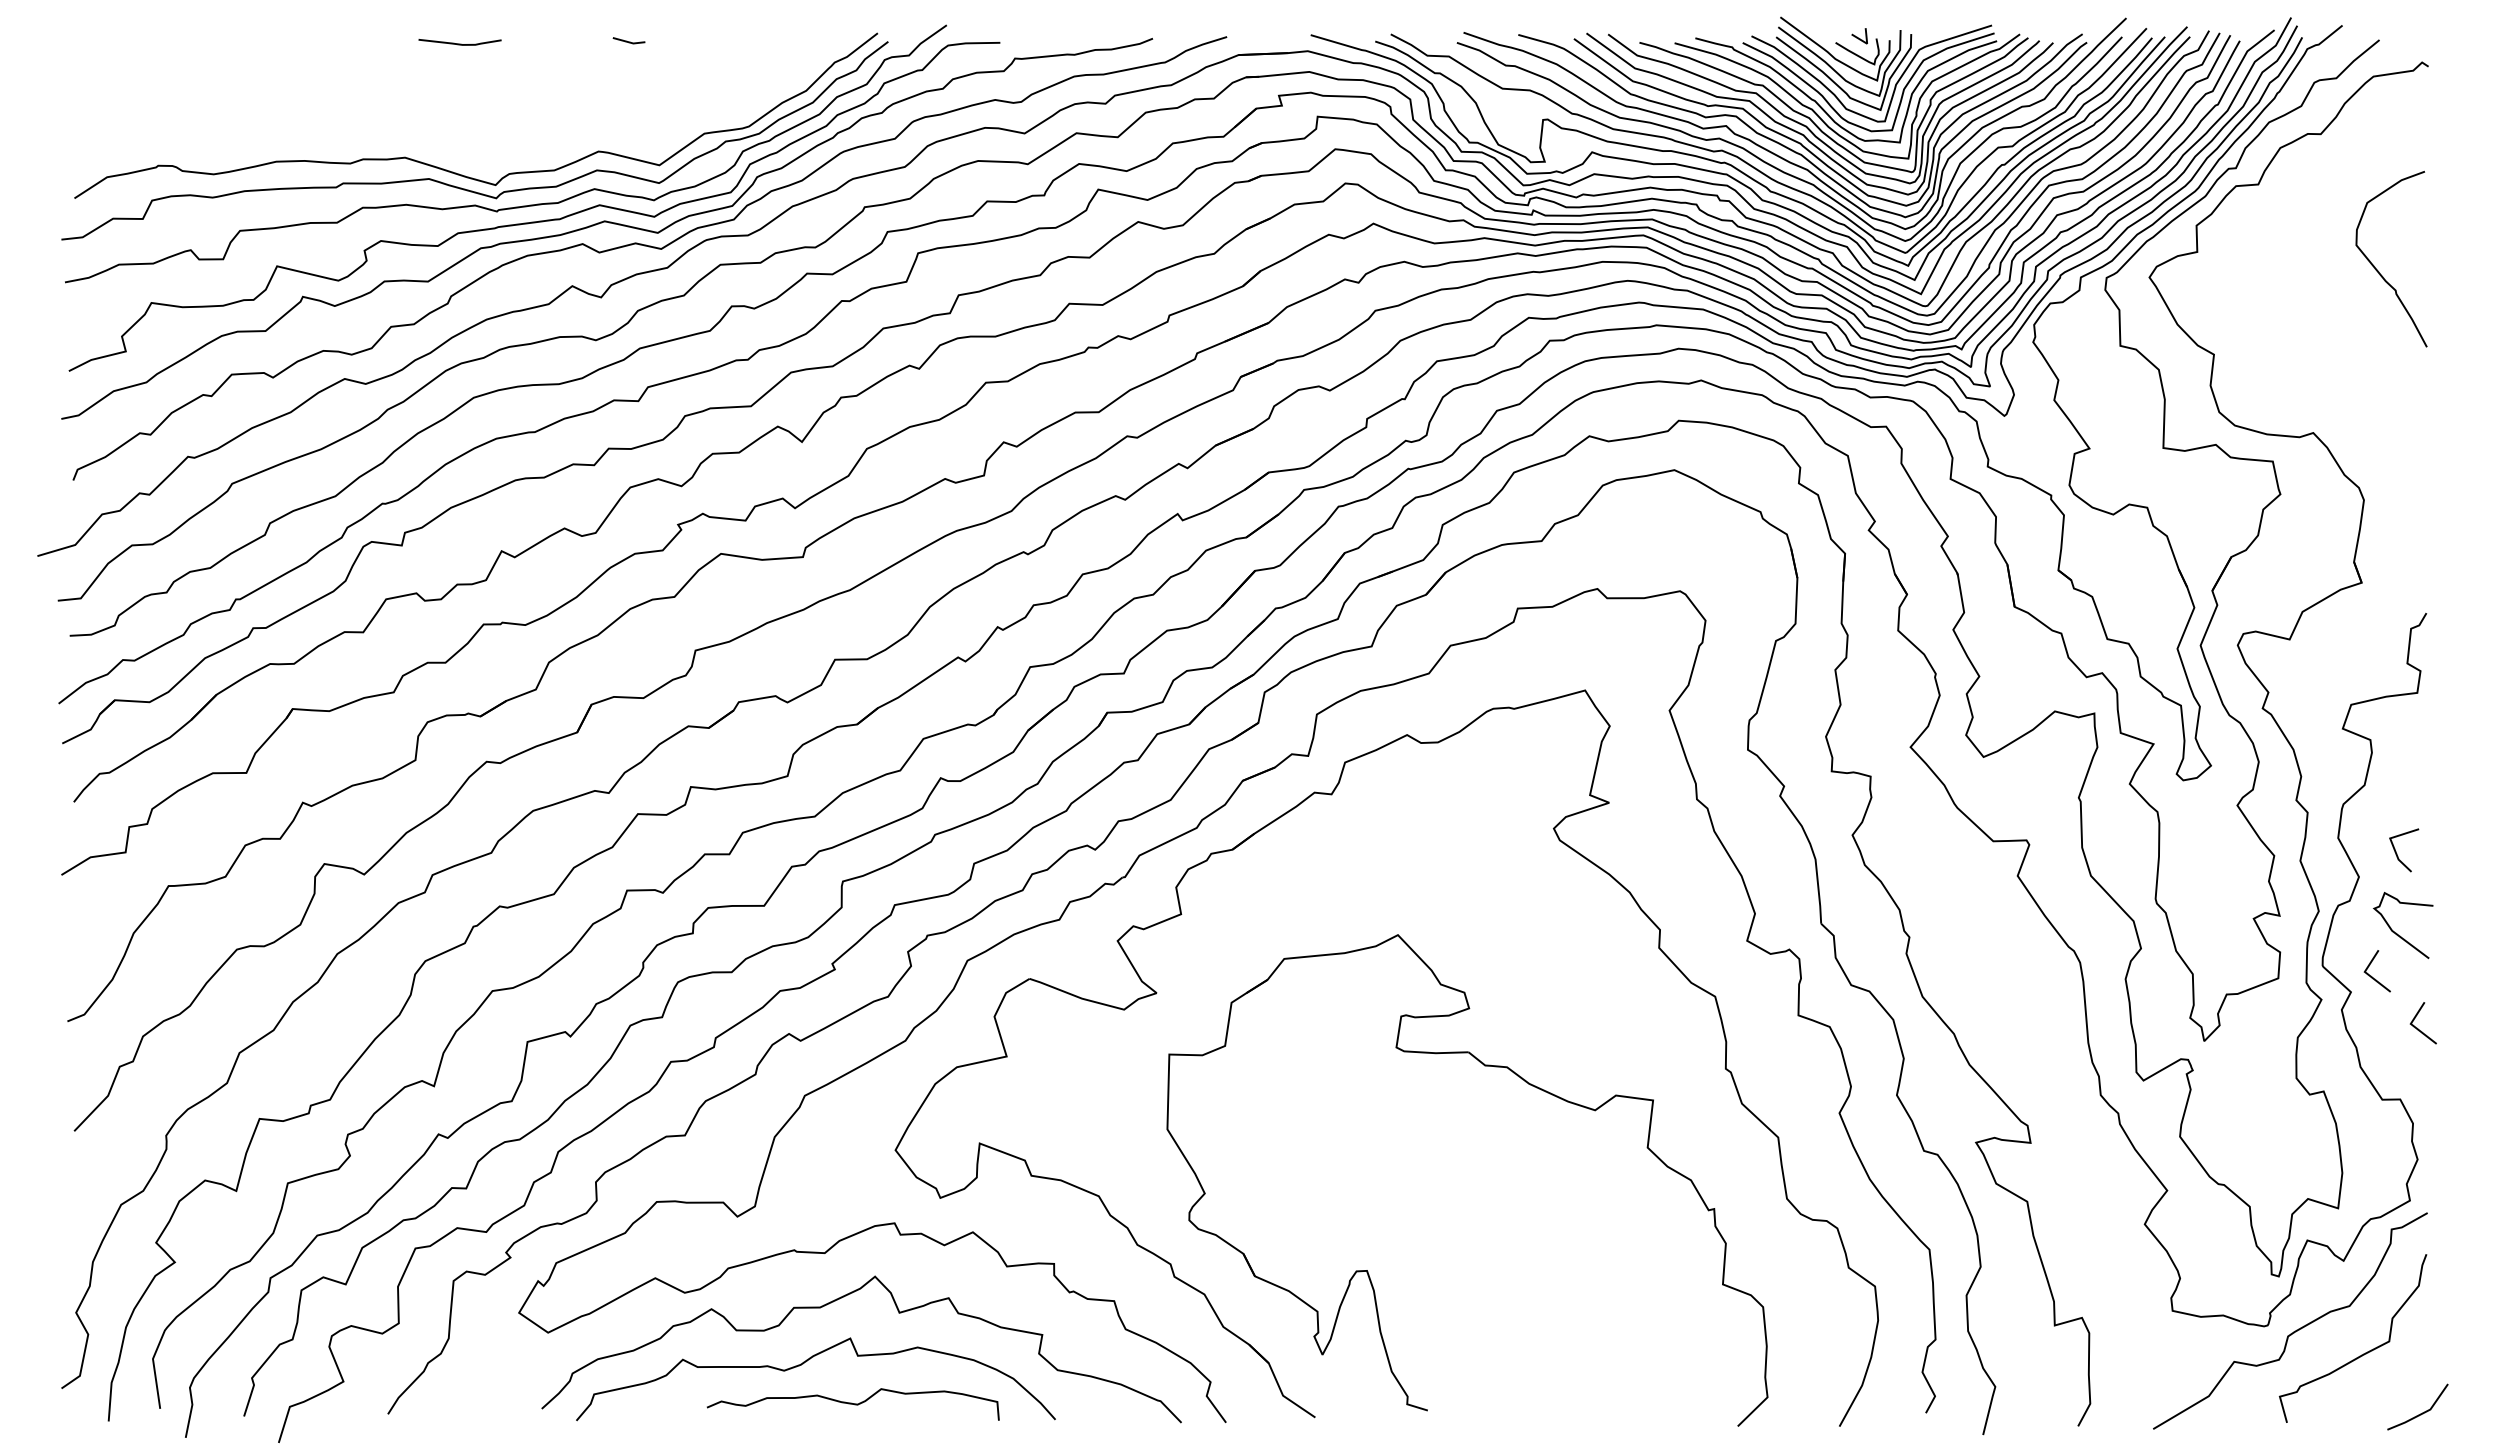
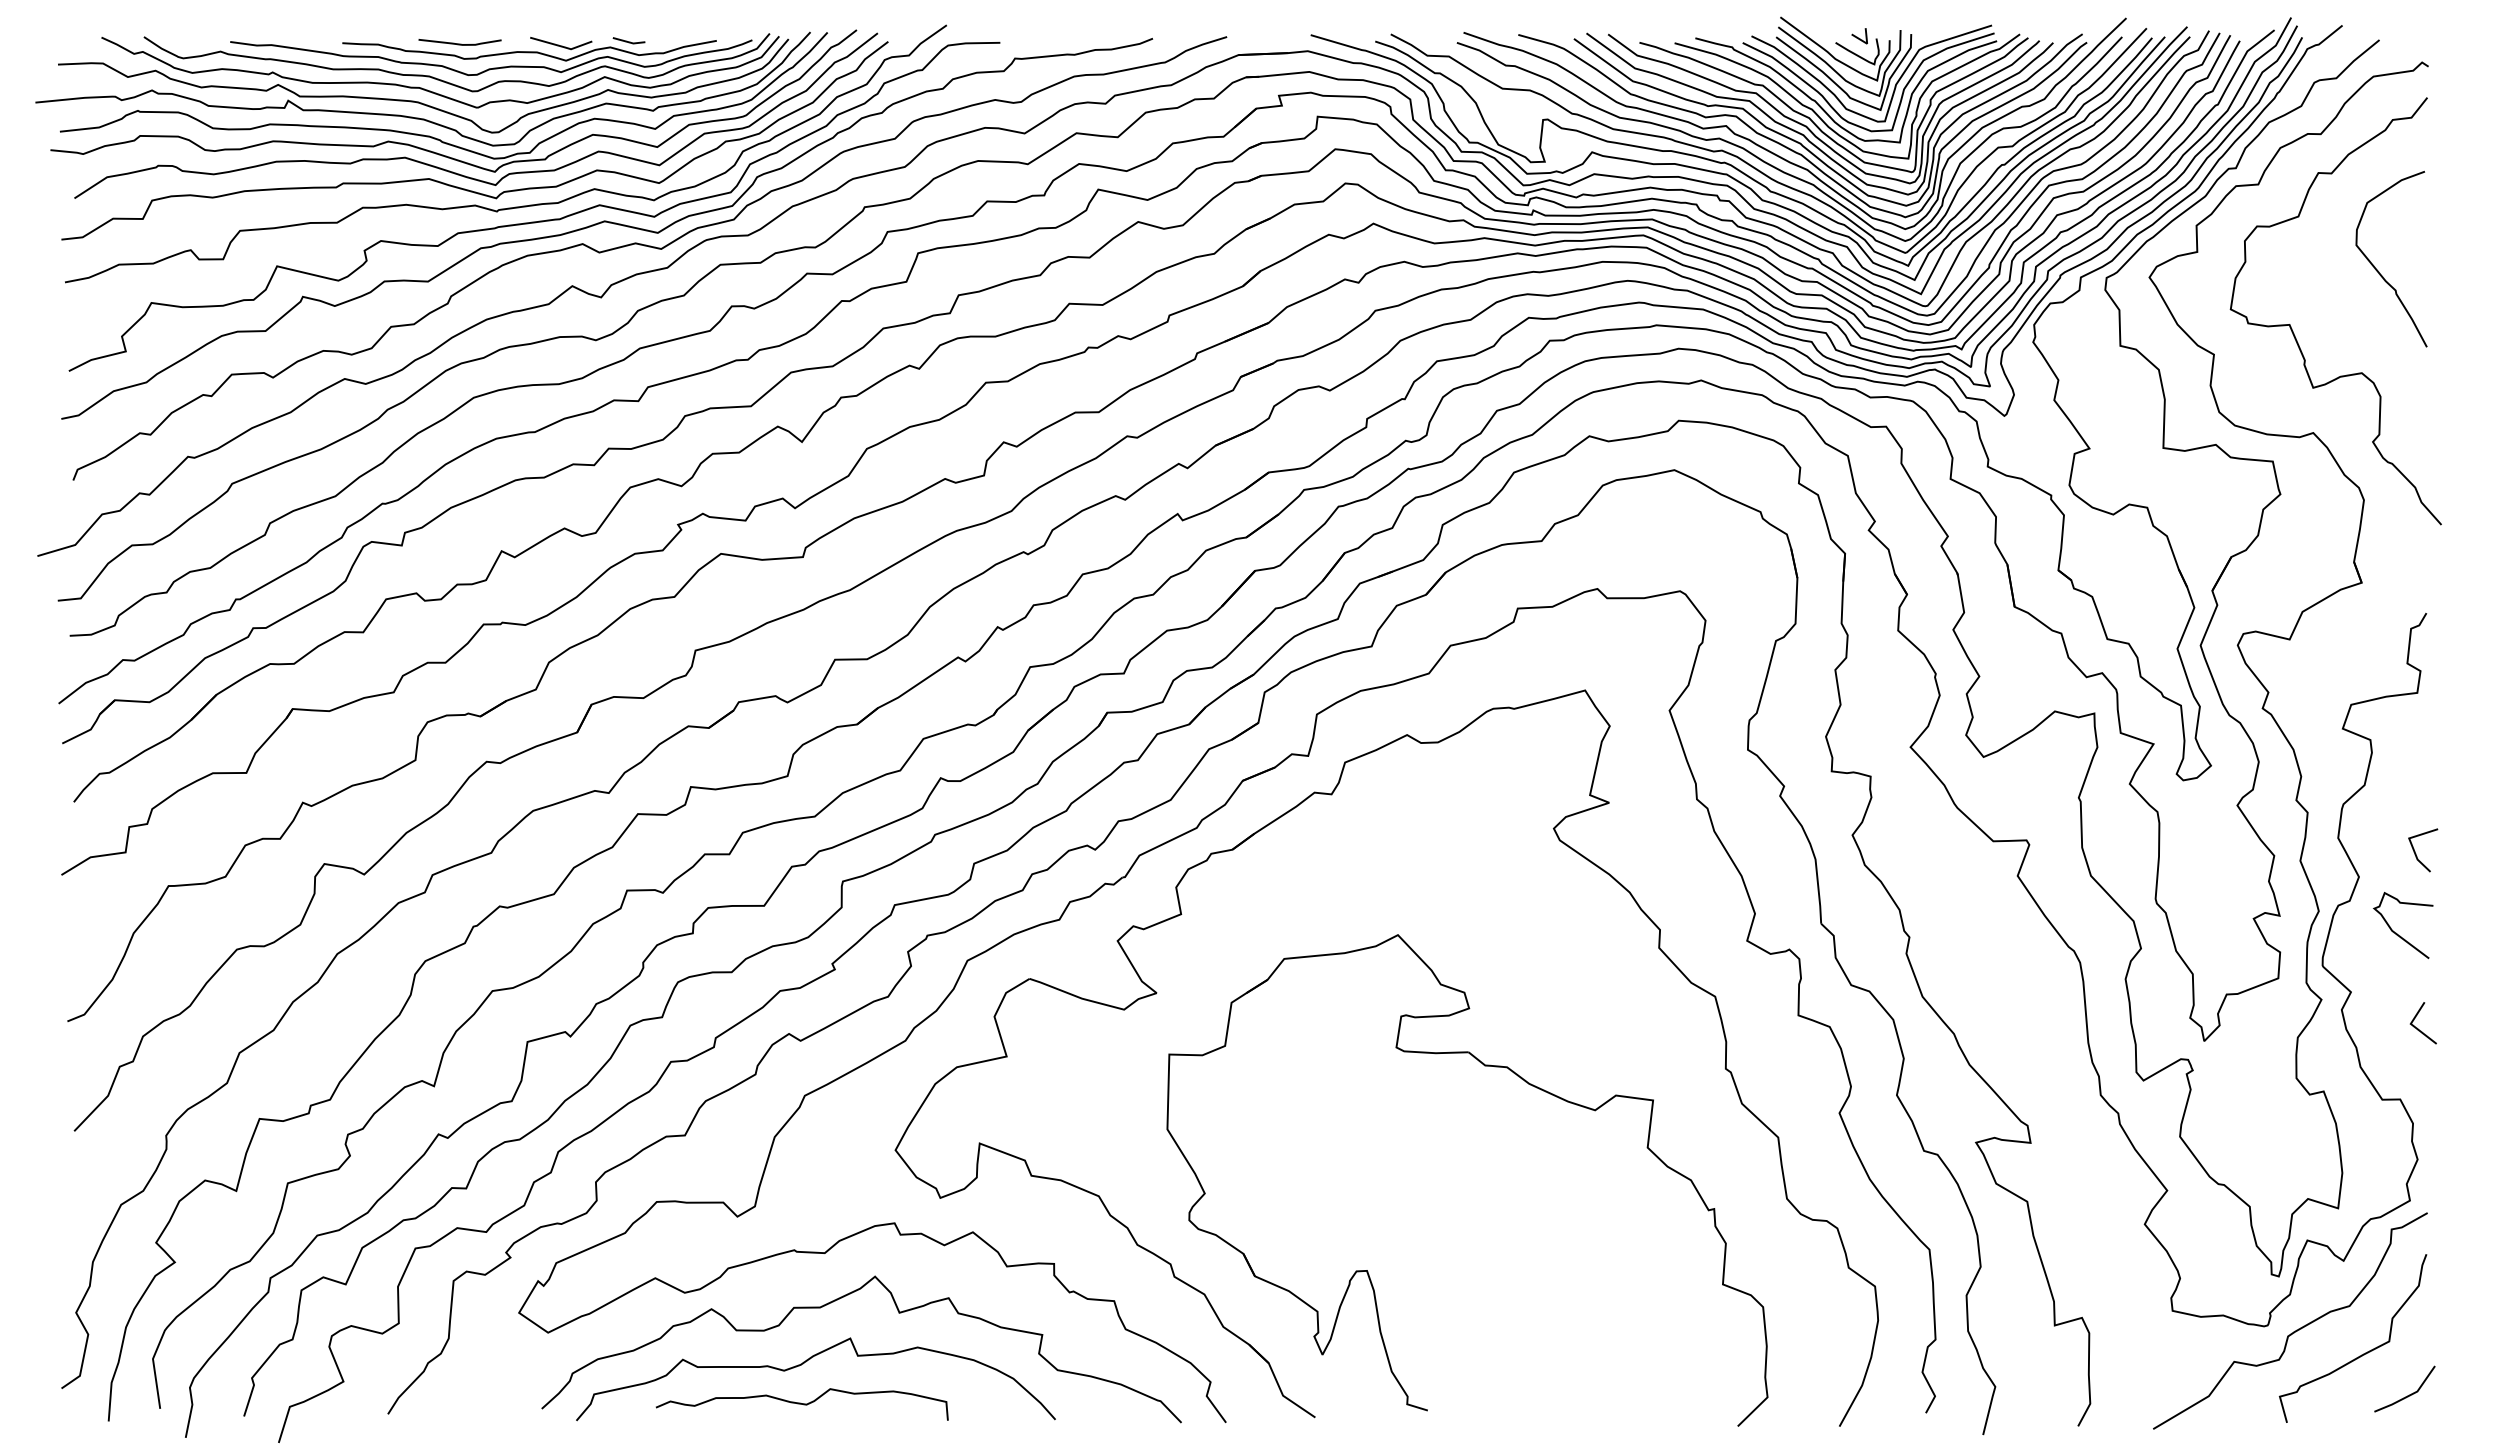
part at (446, 100): none -> present
curve at (2292, 328): none -> present
line at (2397, 853) position: (2397, 853) -> (2416, 853)
line at (2371, 975): present -> none
curve at (853, 1404) position: (853, 1404) -> (802, 1404)
line at (2420, 1413) position: (2420, 1413) -> (2407, 1395)
